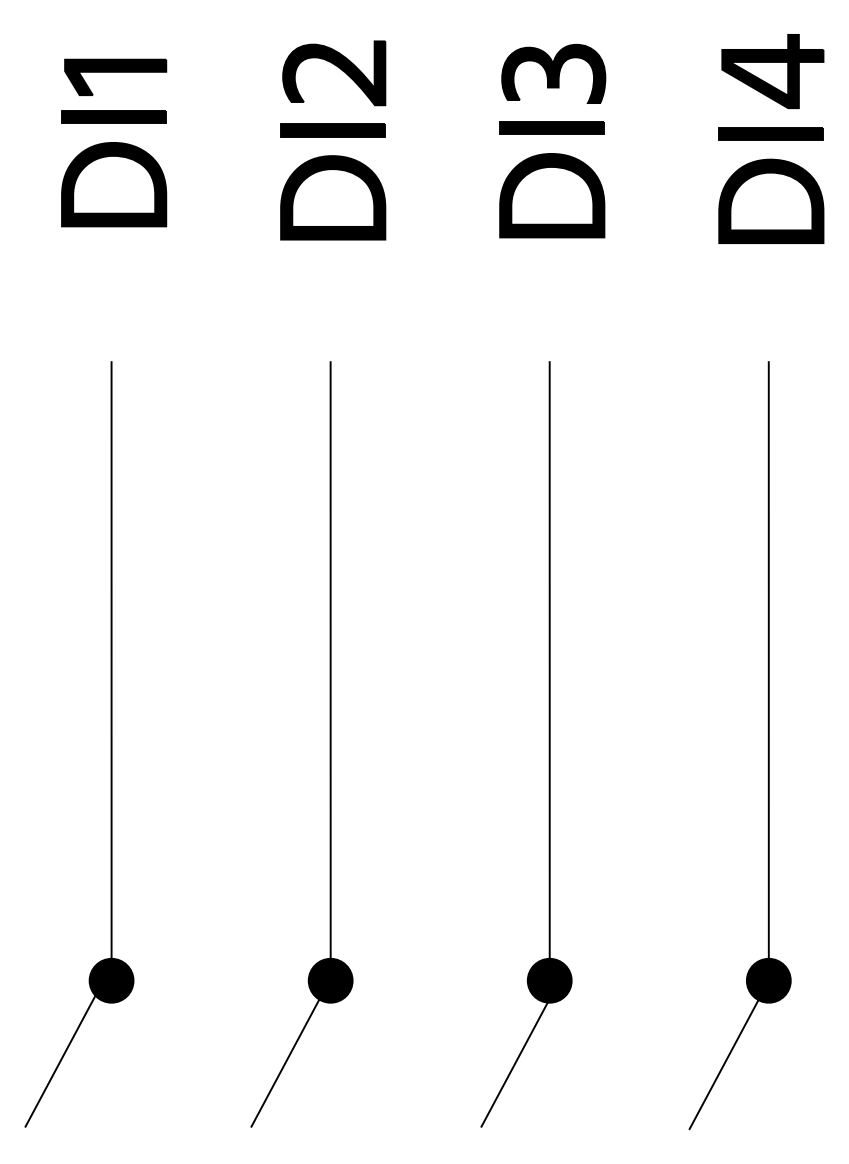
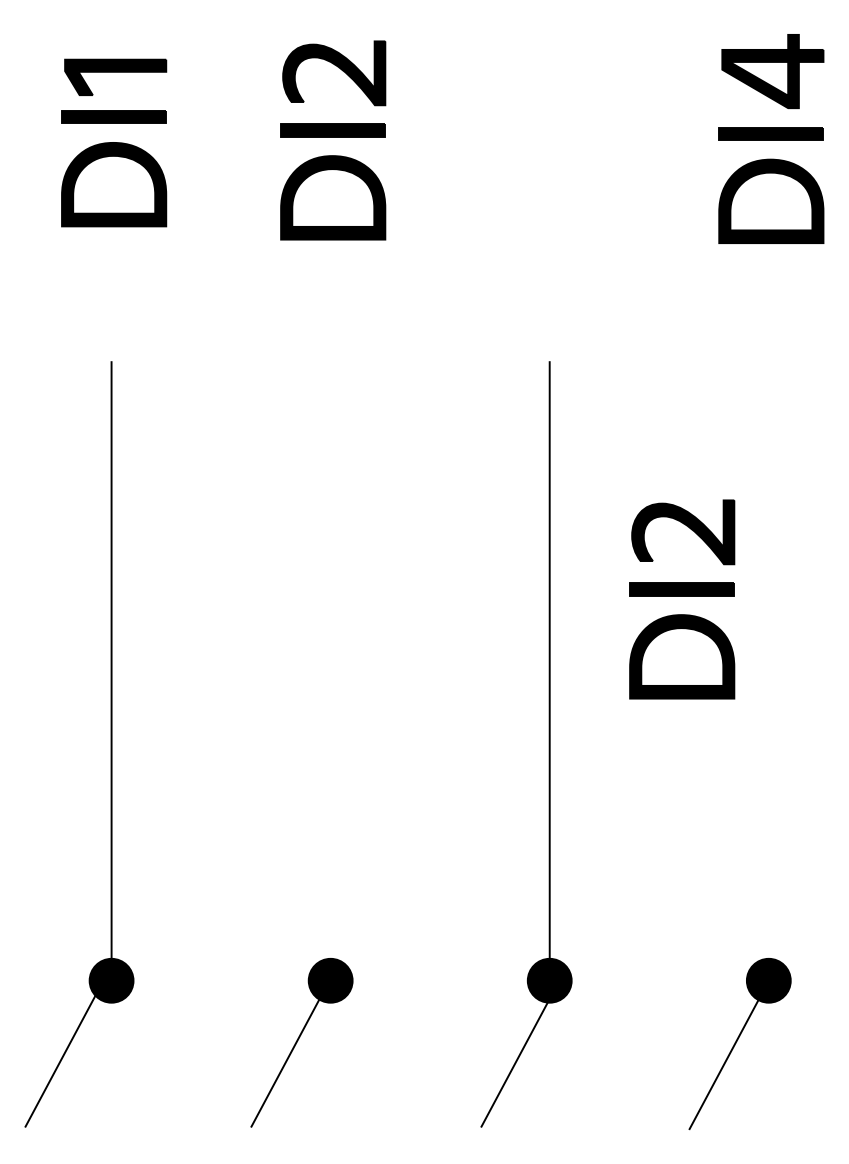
part at (552, 140): present -> none
part at (682, 599): none -> present
line at (330, 660): present -> none
line at (768, 660): present -> none
